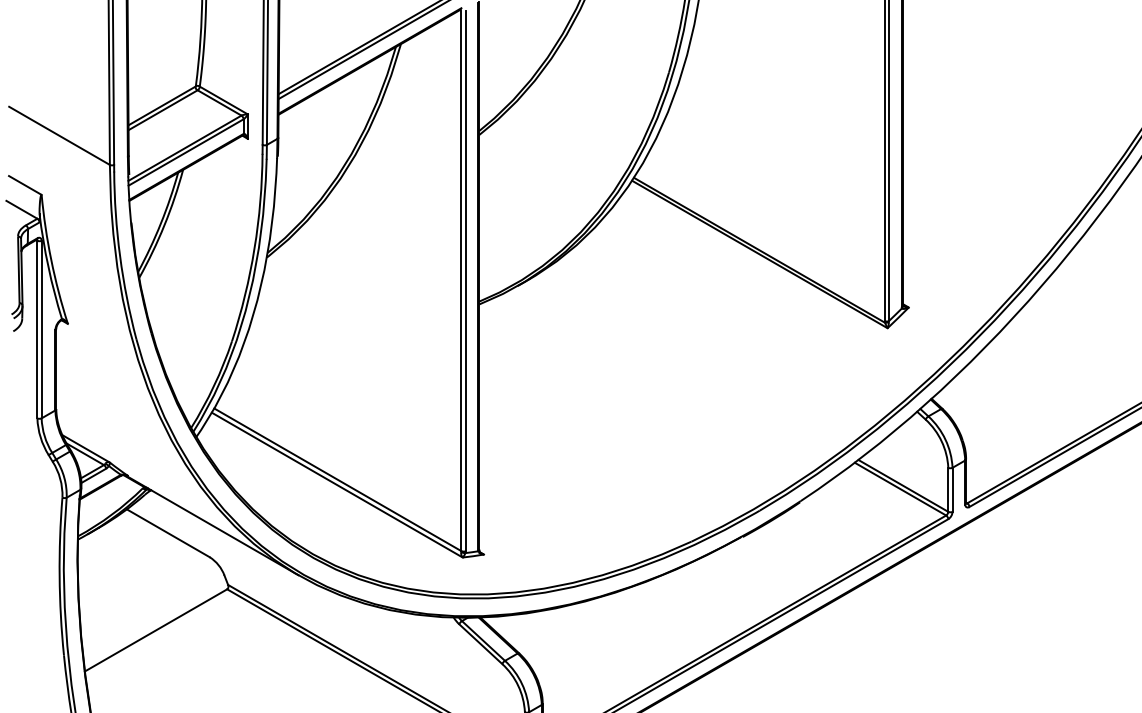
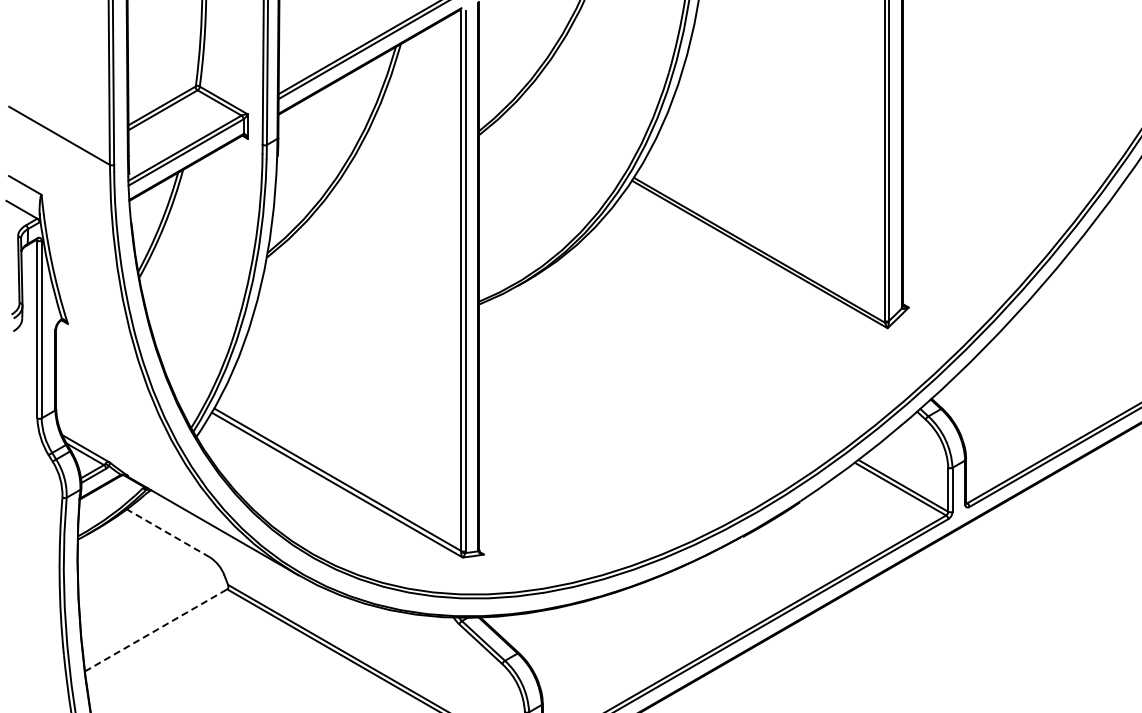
line at (168, 533): solid -> dashed
line at (156, 630): solid -> dashed
